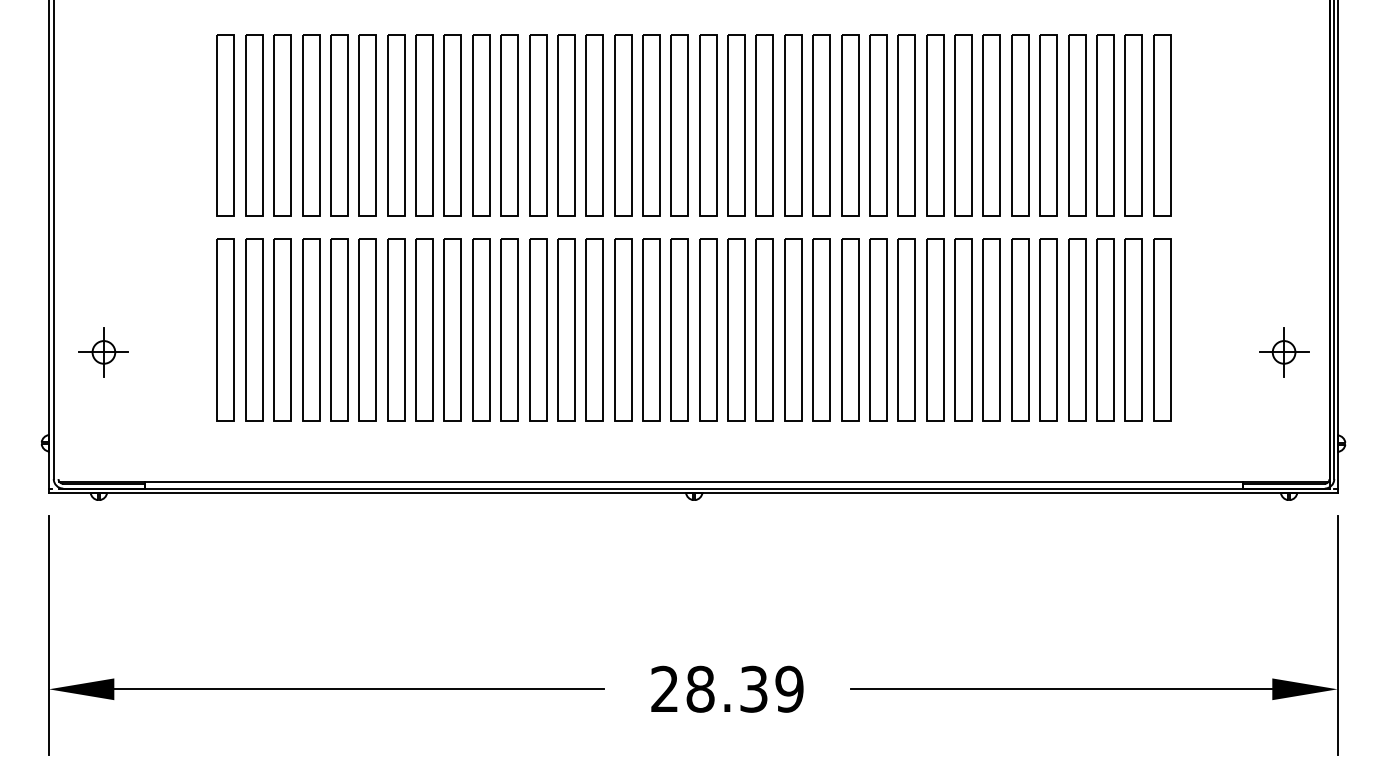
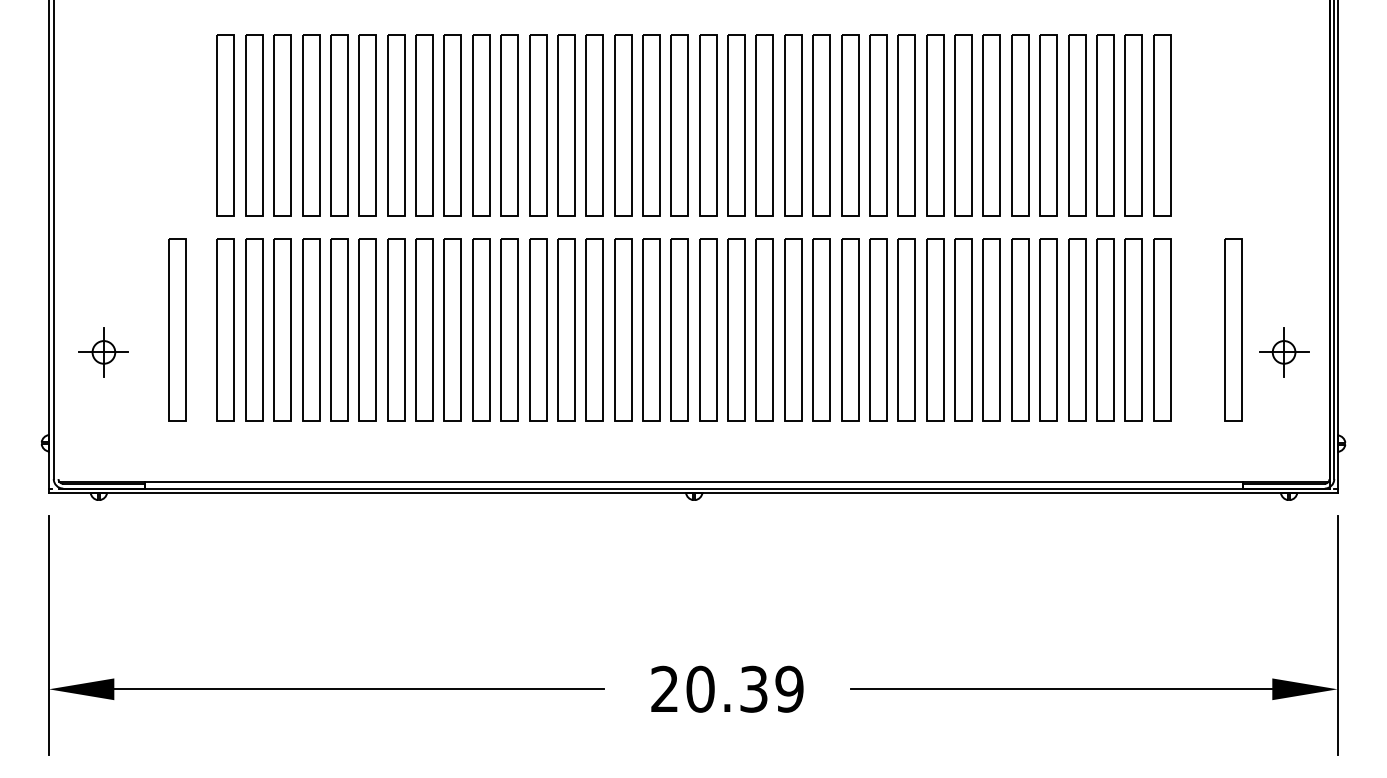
part at (177, 329): none -> present
part at (1233, 329): none -> present
text at (700, 689): 28.39 -> 20.39
